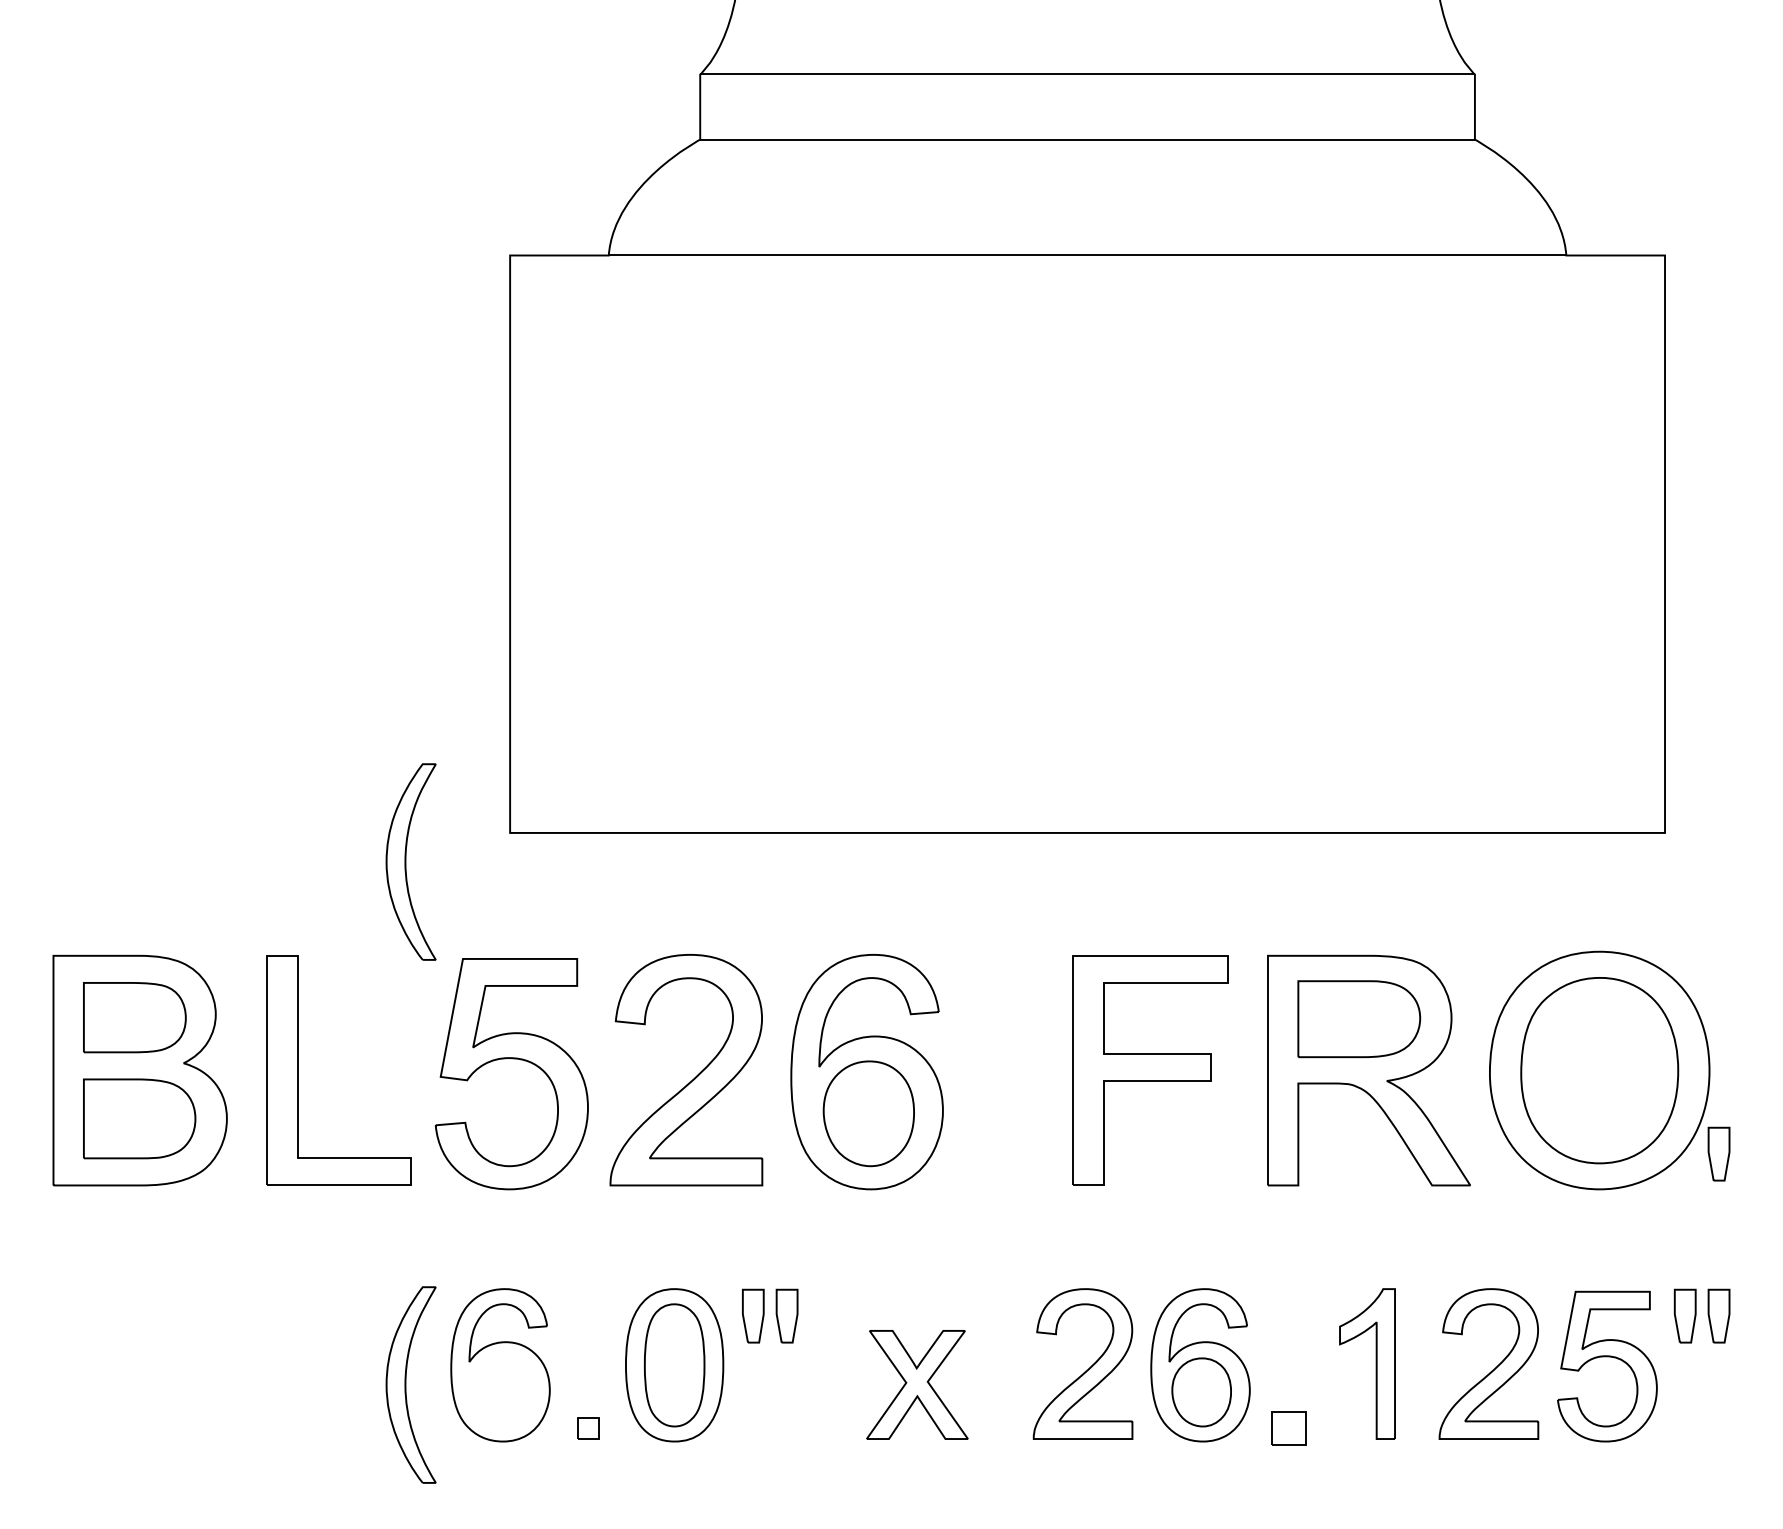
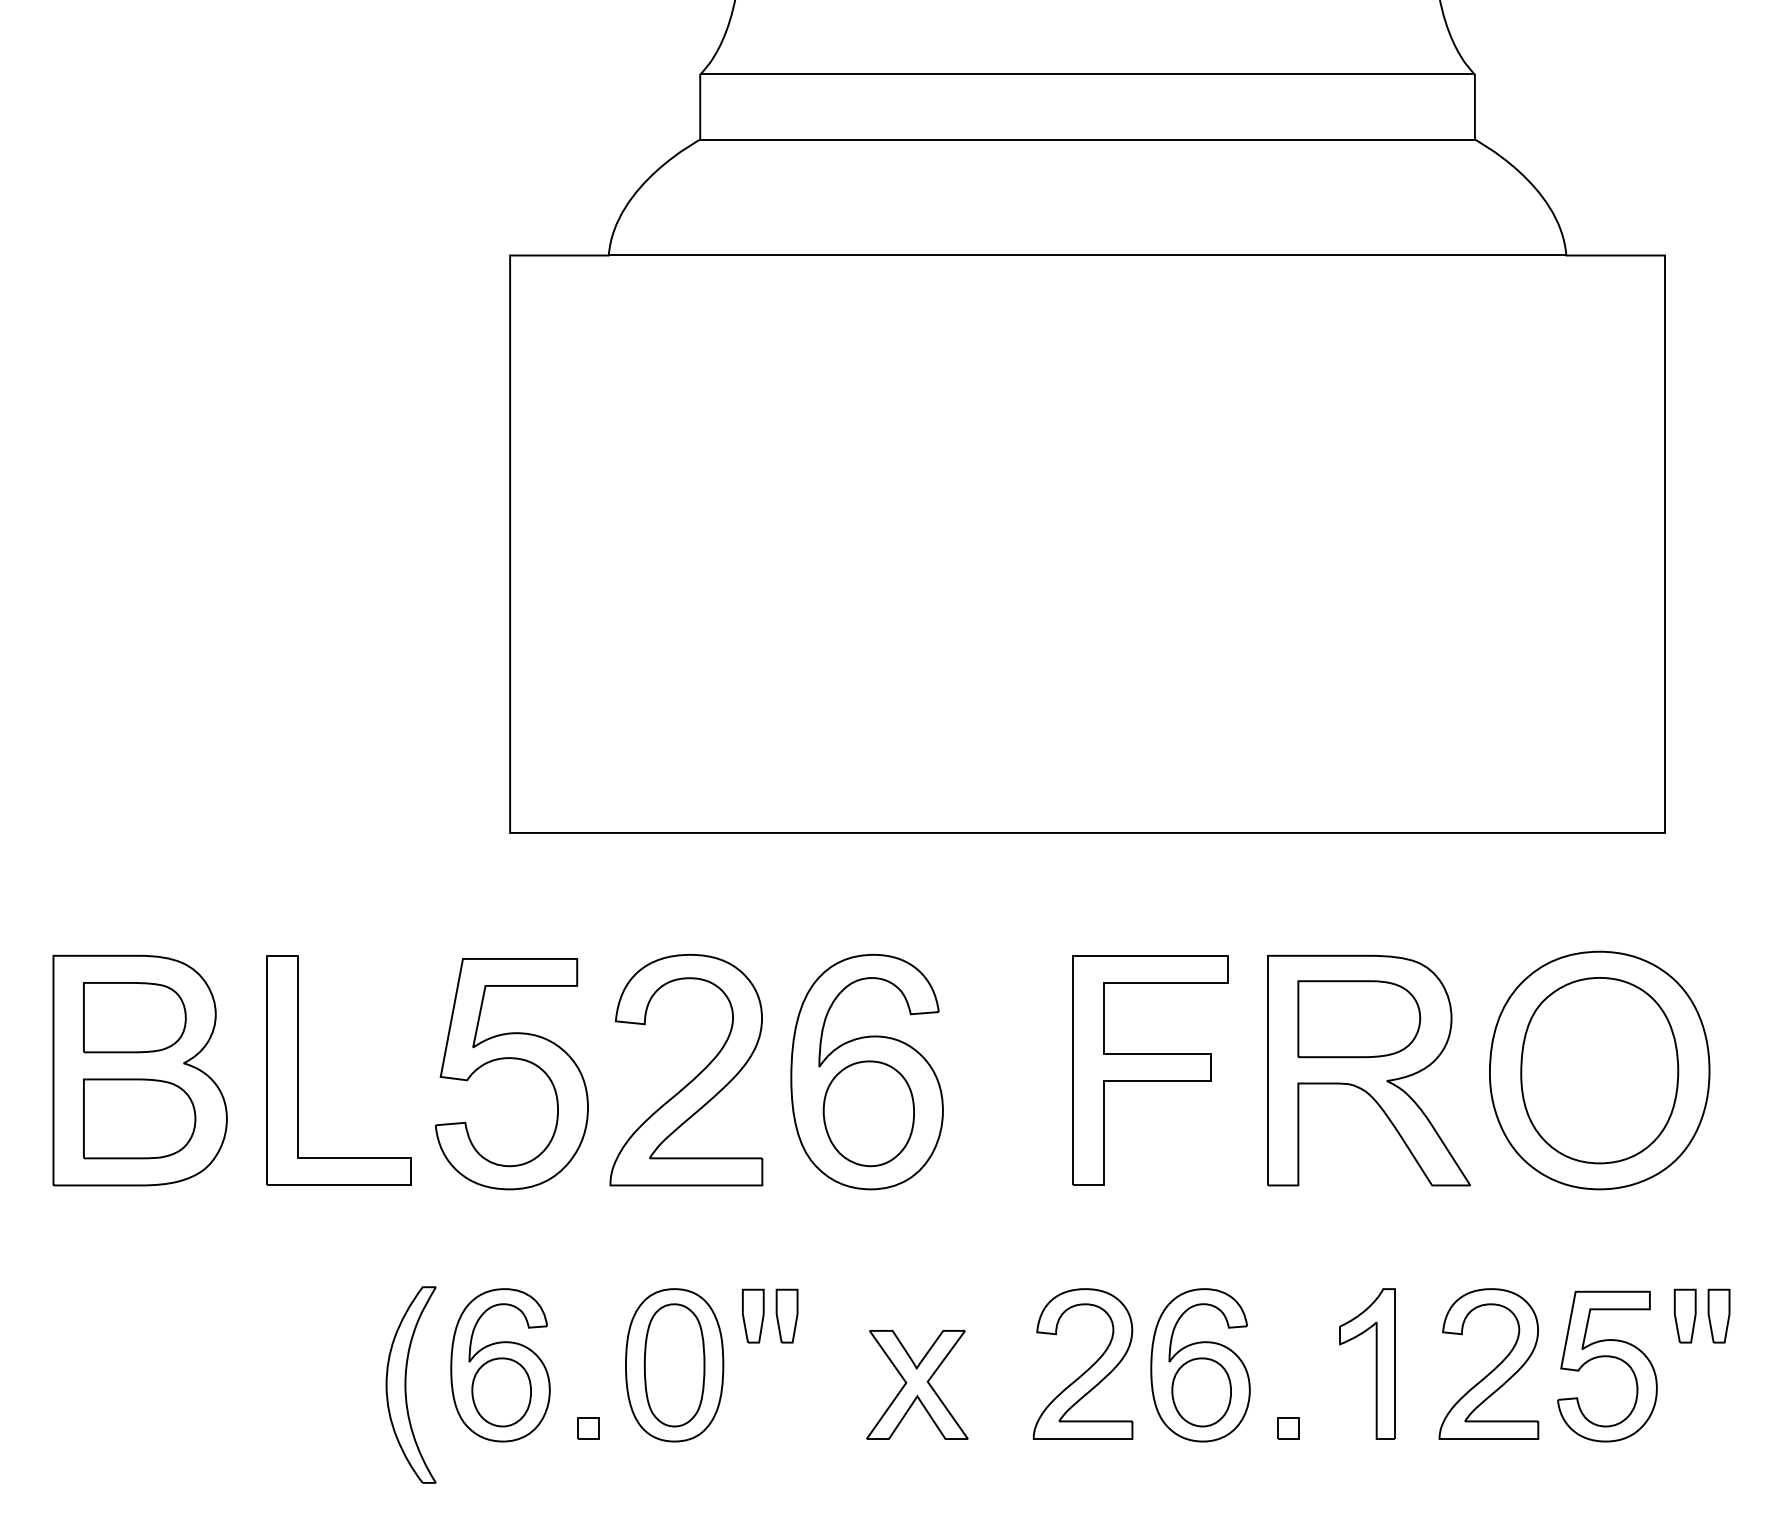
part at (410, 861): present -> none
part at (1718, 1153): present -> none
part at (501, 1392): none -> present
part at (1288, 1428) size: 36x35 px -> 23x23 px
